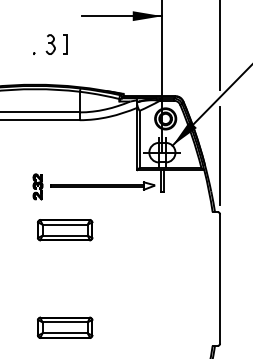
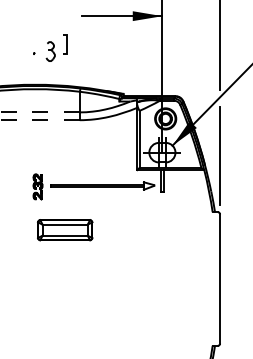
part at (50, 44) position: (50, 44) -> (50, 51)
line at (39, 112): solid -> dashed
line at (39, 120): solid -> dashed
part at (65, 327): present -> none
